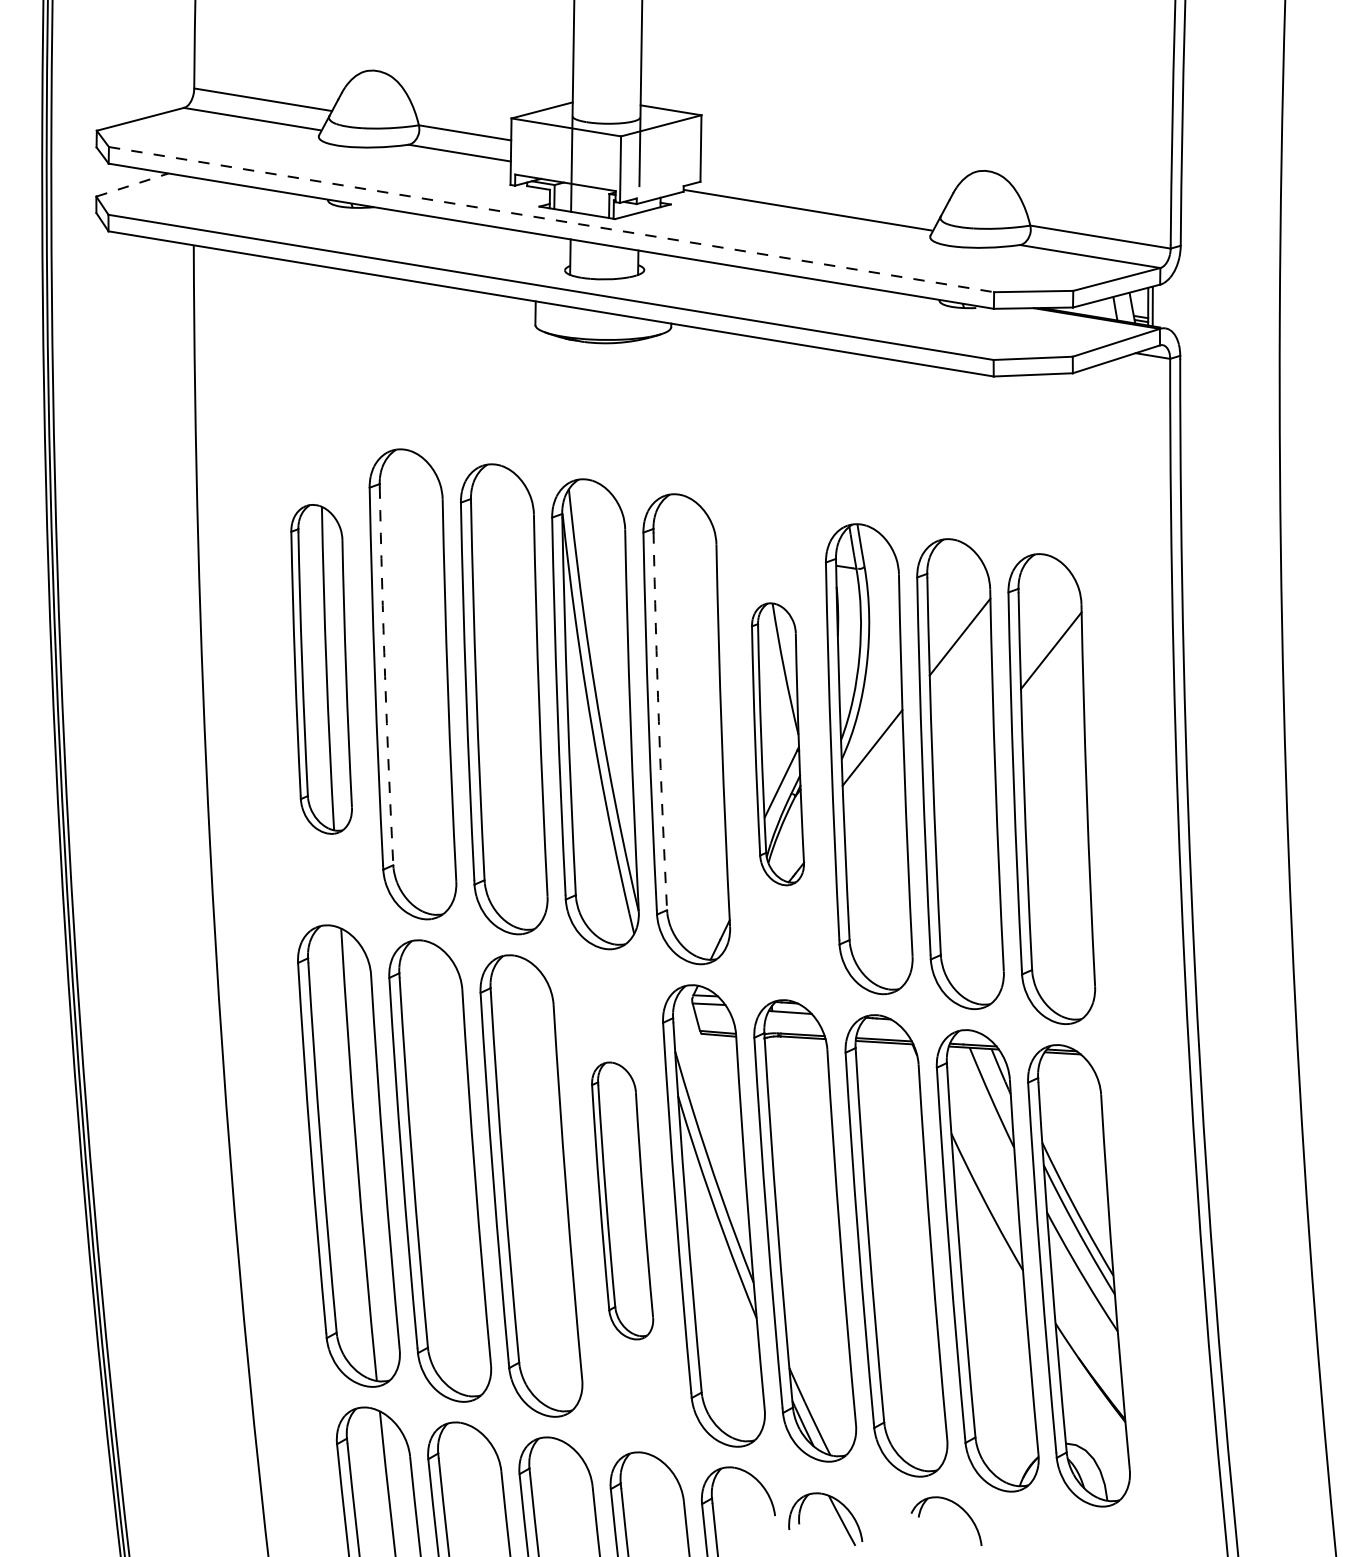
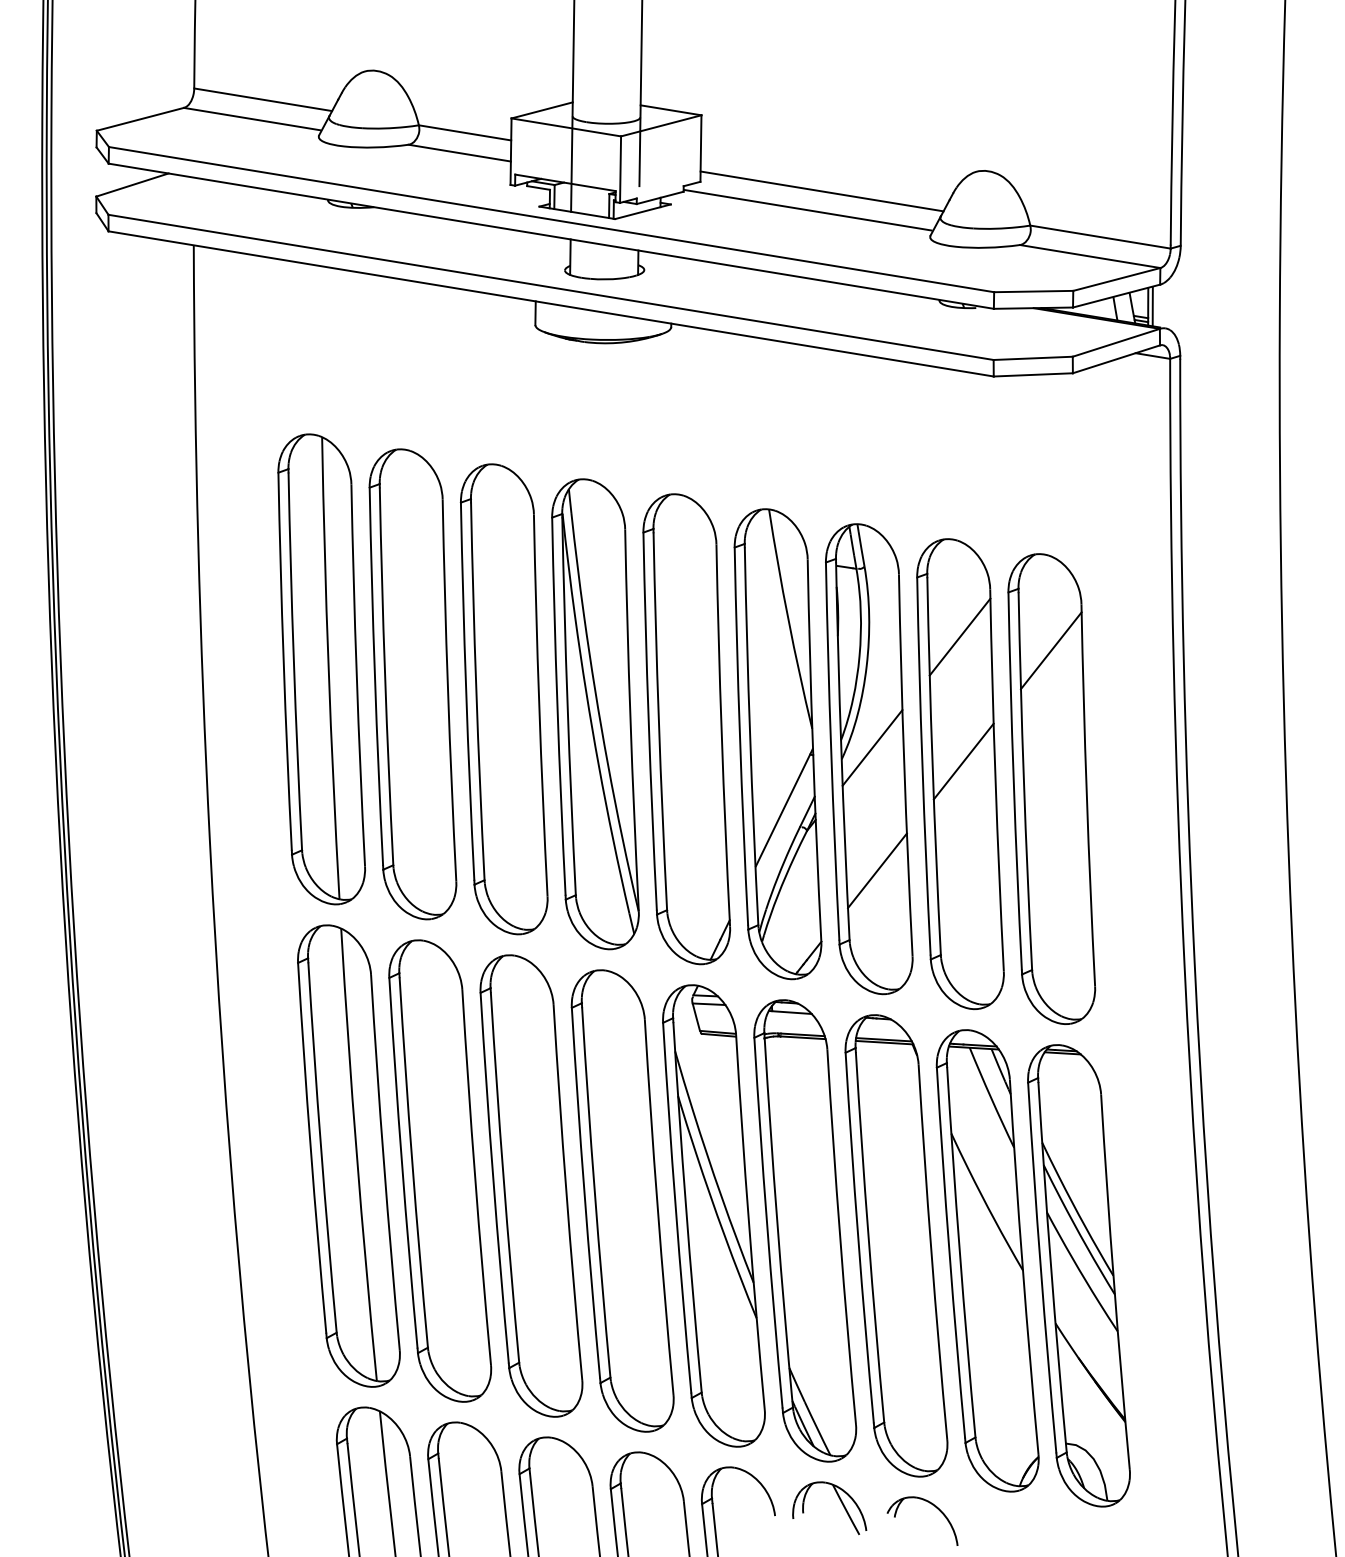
line at (132, 185): dashed -> solid
line at (821, 191): none -> present
line at (551, 219): dashed -> solid
part at (321, 669) size: 63x331 px -> 89x473 px
arc at (385, 676): dashed -> solid
arc at (658, 721): dashed -> solid
part at (778, 744) size: 55x285 px -> 90x473 px
line at (963, 761): none -> present
line at (877, 870): none -> present
part at (622, 1200) size: 64x280 px -> 105x464 px
part at (956, 1505) position: (956, 1505) -> (932, 1505)
part at (836, 1512) position: (836, 1512) -> (840, 1501)
